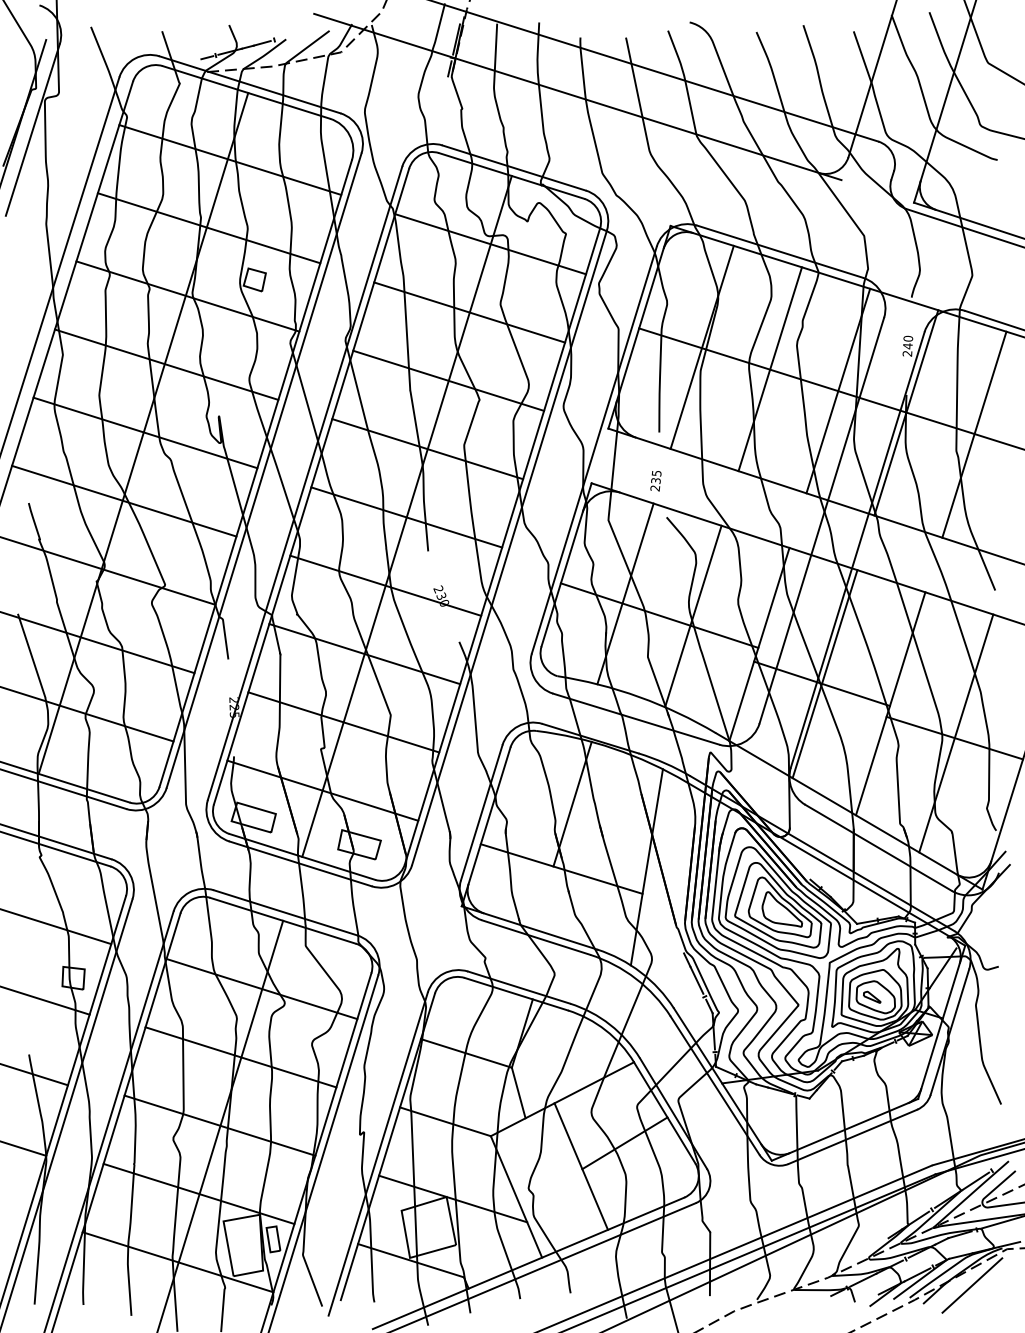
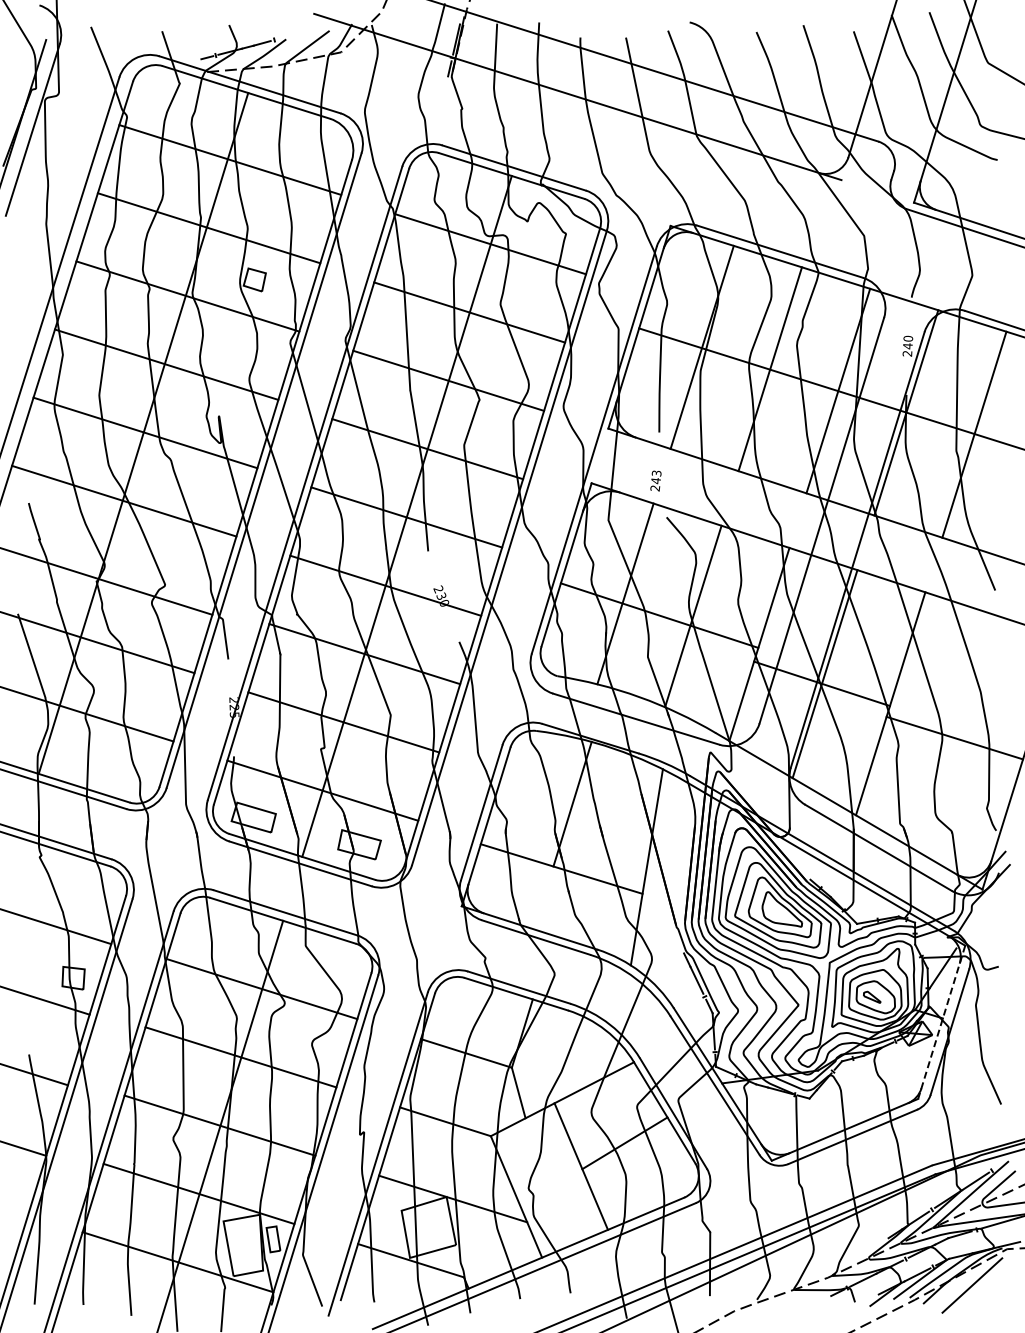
text at (655, 477): 235 -> 243
line at (108, 570) position: (108, 570) -> (107, 581)
line at (956, 733): present -> none
line at (941, 1022): solid -> dashed
